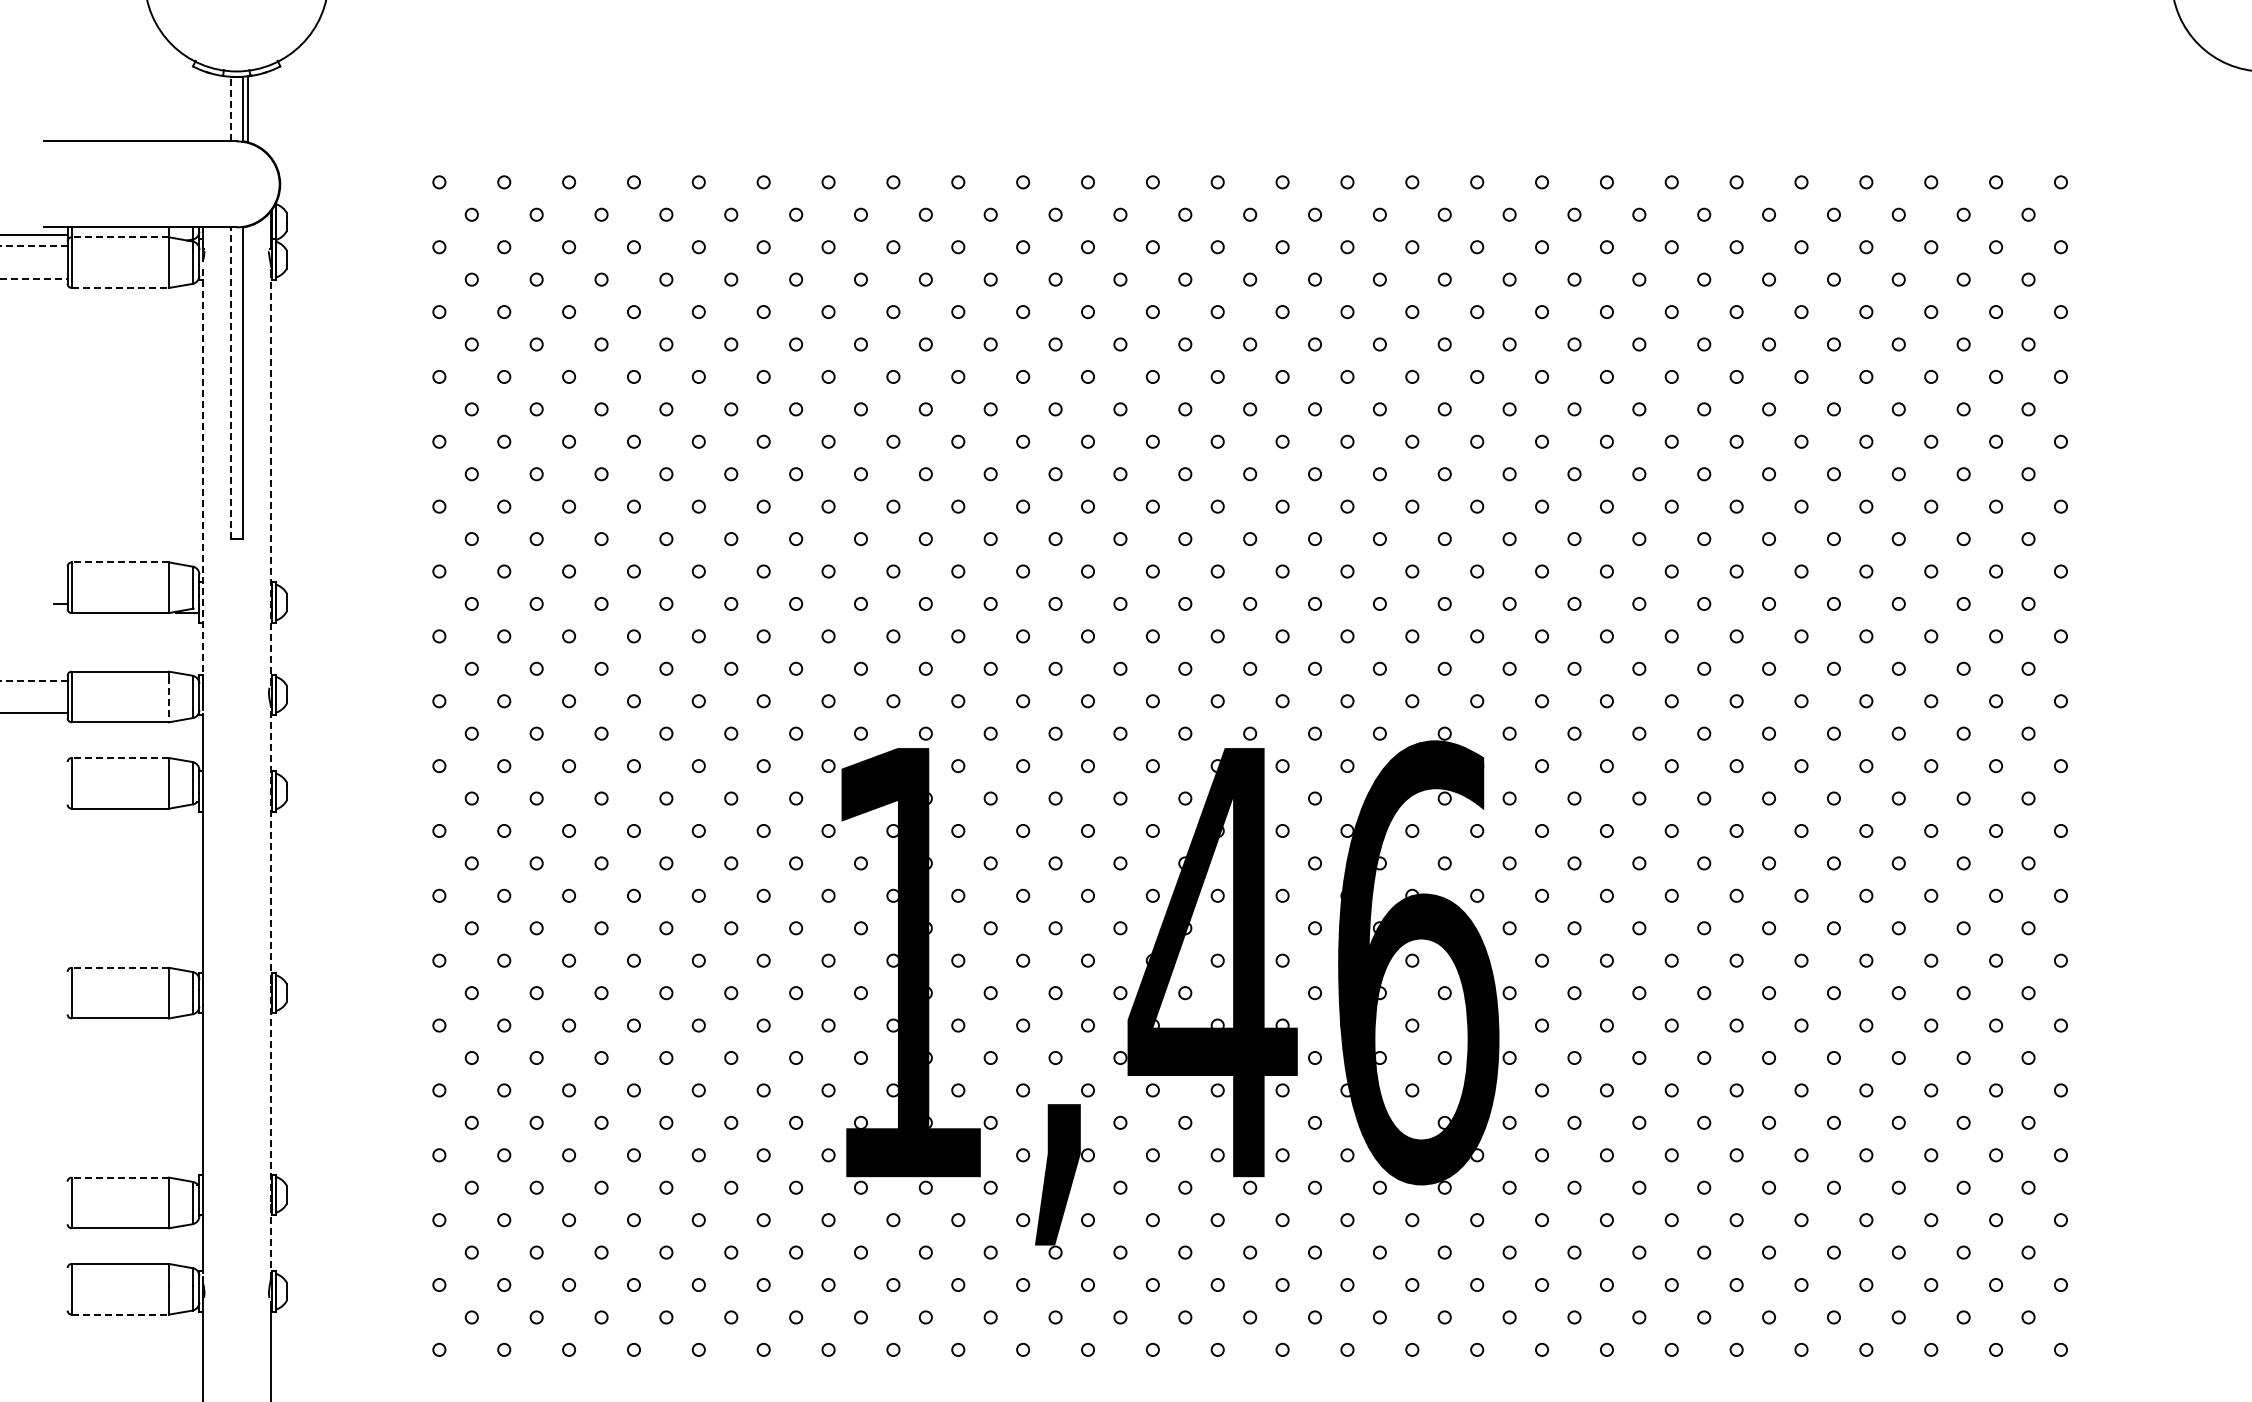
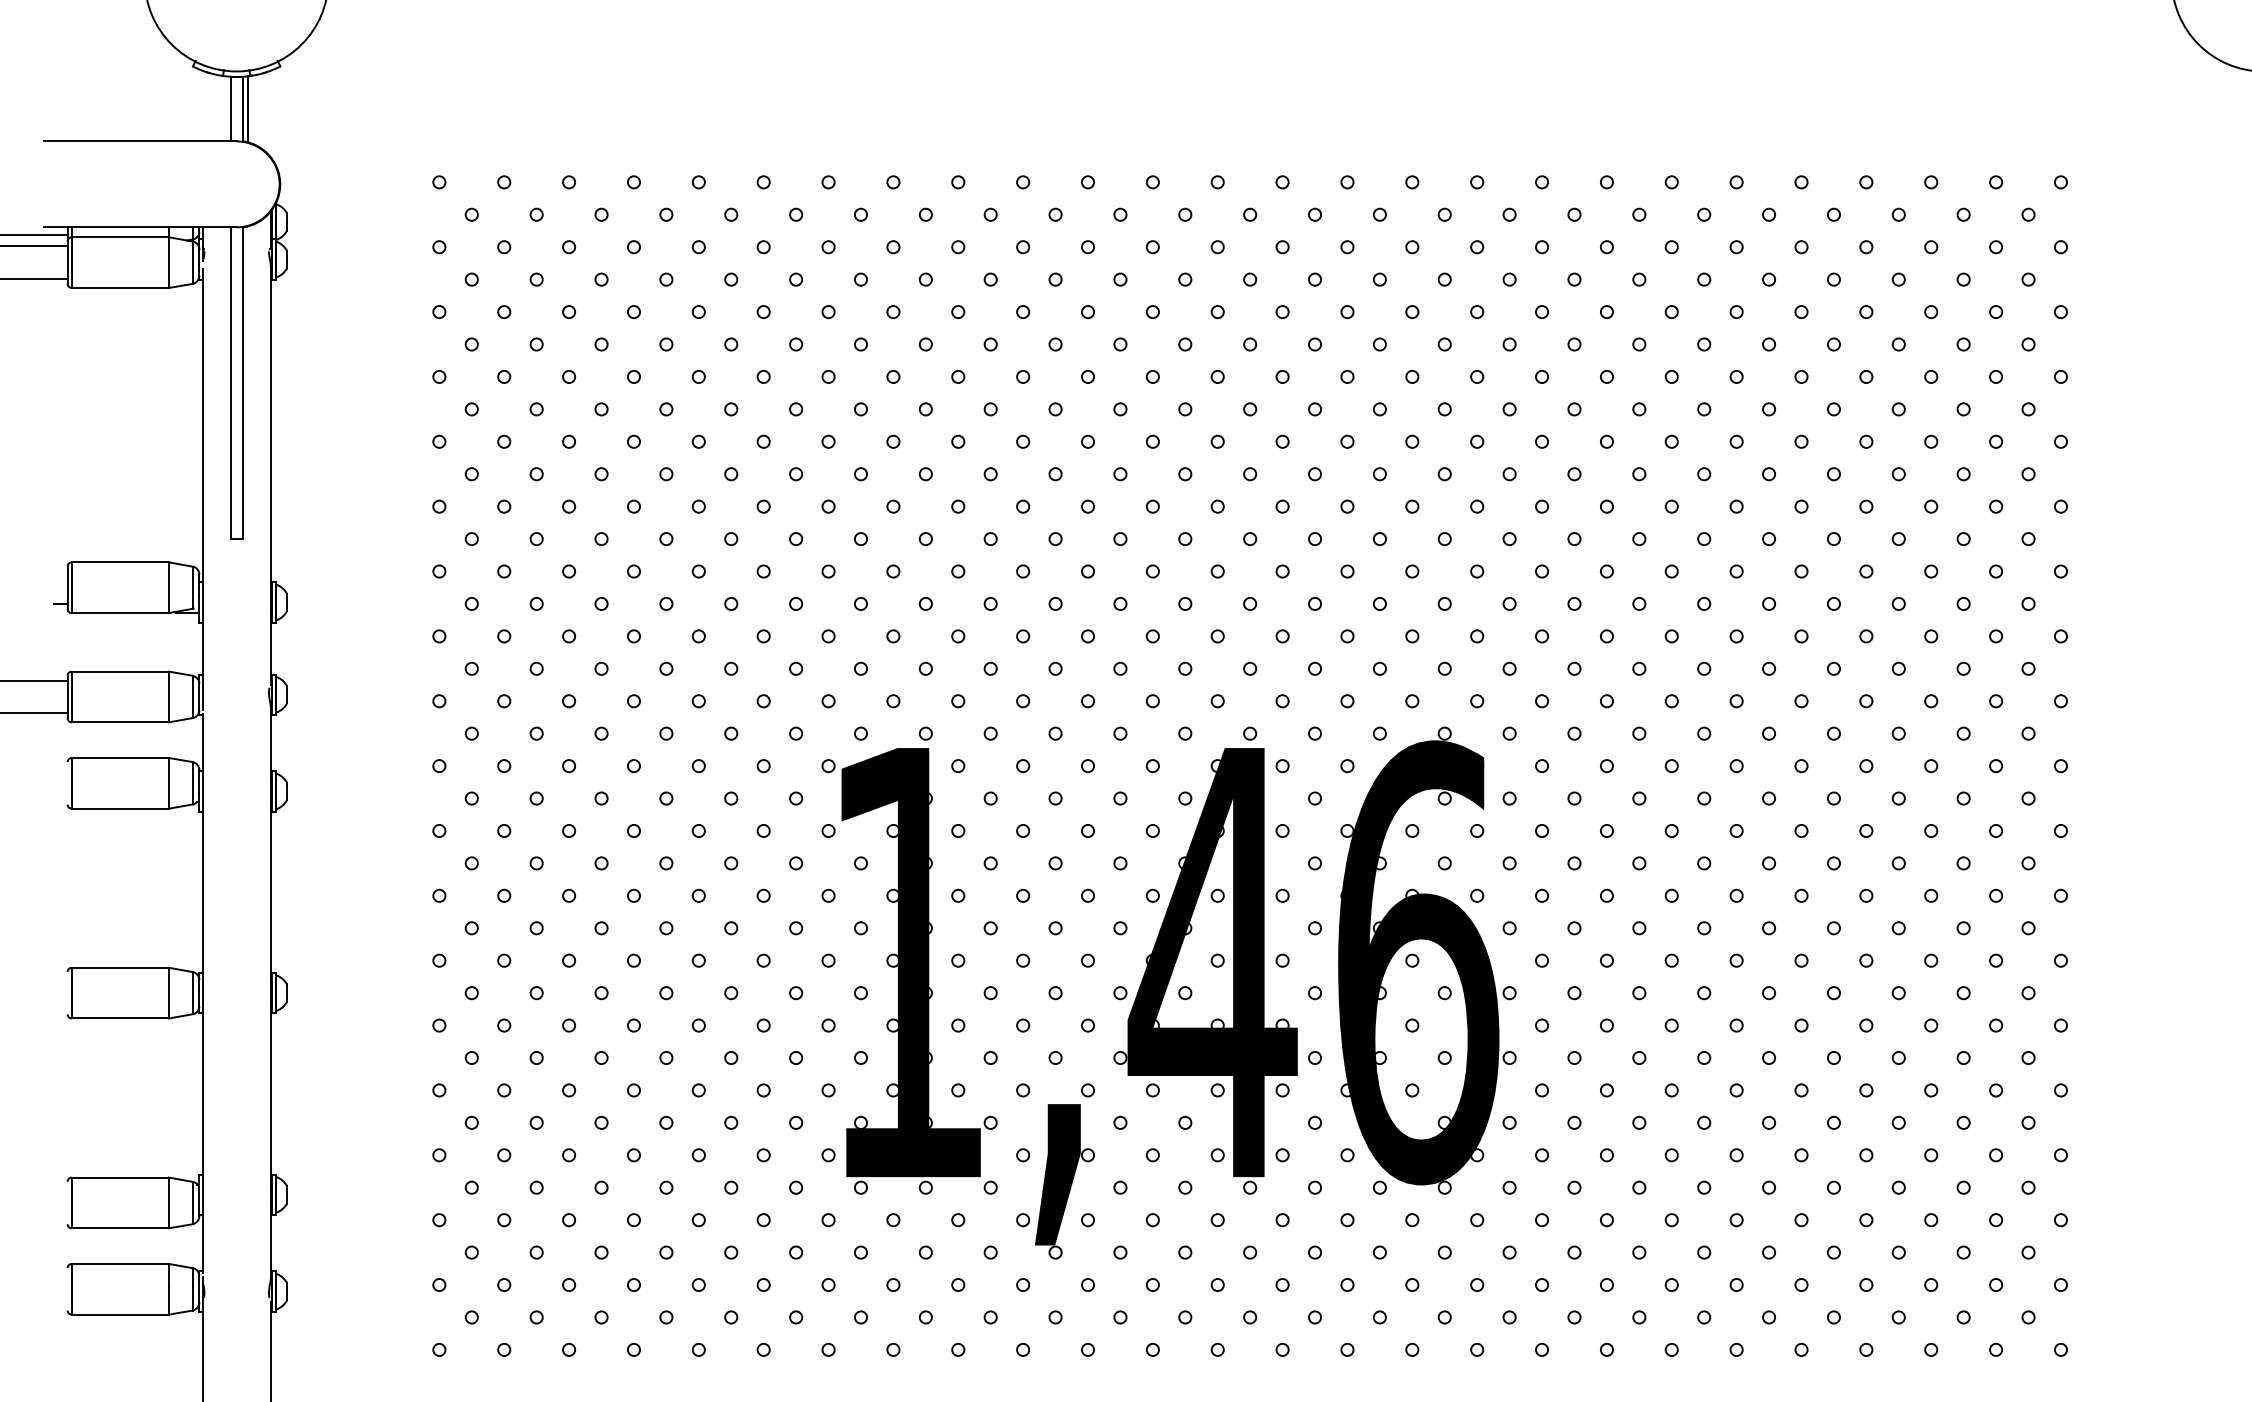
line at (230, 108): dashed -> solid
line at (120, 237): dashed -> solid
line at (33, 246): dashed -> solid
line at (34, 278): dashed -> solid
line at (120, 287): dashed -> solid
line at (230, 383): dashed -> solid
line at (202, 472): dashed -> solid
line at (270, 476): dashed -> solid
line at (120, 562): dashed -> solid
line at (33, 680): dashed -> solid
line at (168, 699): dashed -> solid
line at (120, 758): dashed -> solid
line at (120, 967): dashed -> solid
line at (270, 993): dashed -> solid
line at (120, 1177): dashed -> solid
line at (120, 1314): dashed -> solid
